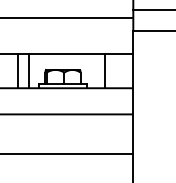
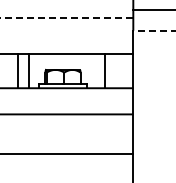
line at (66, 17): solid -> dashed
line at (154, 30): solid -> dashed
